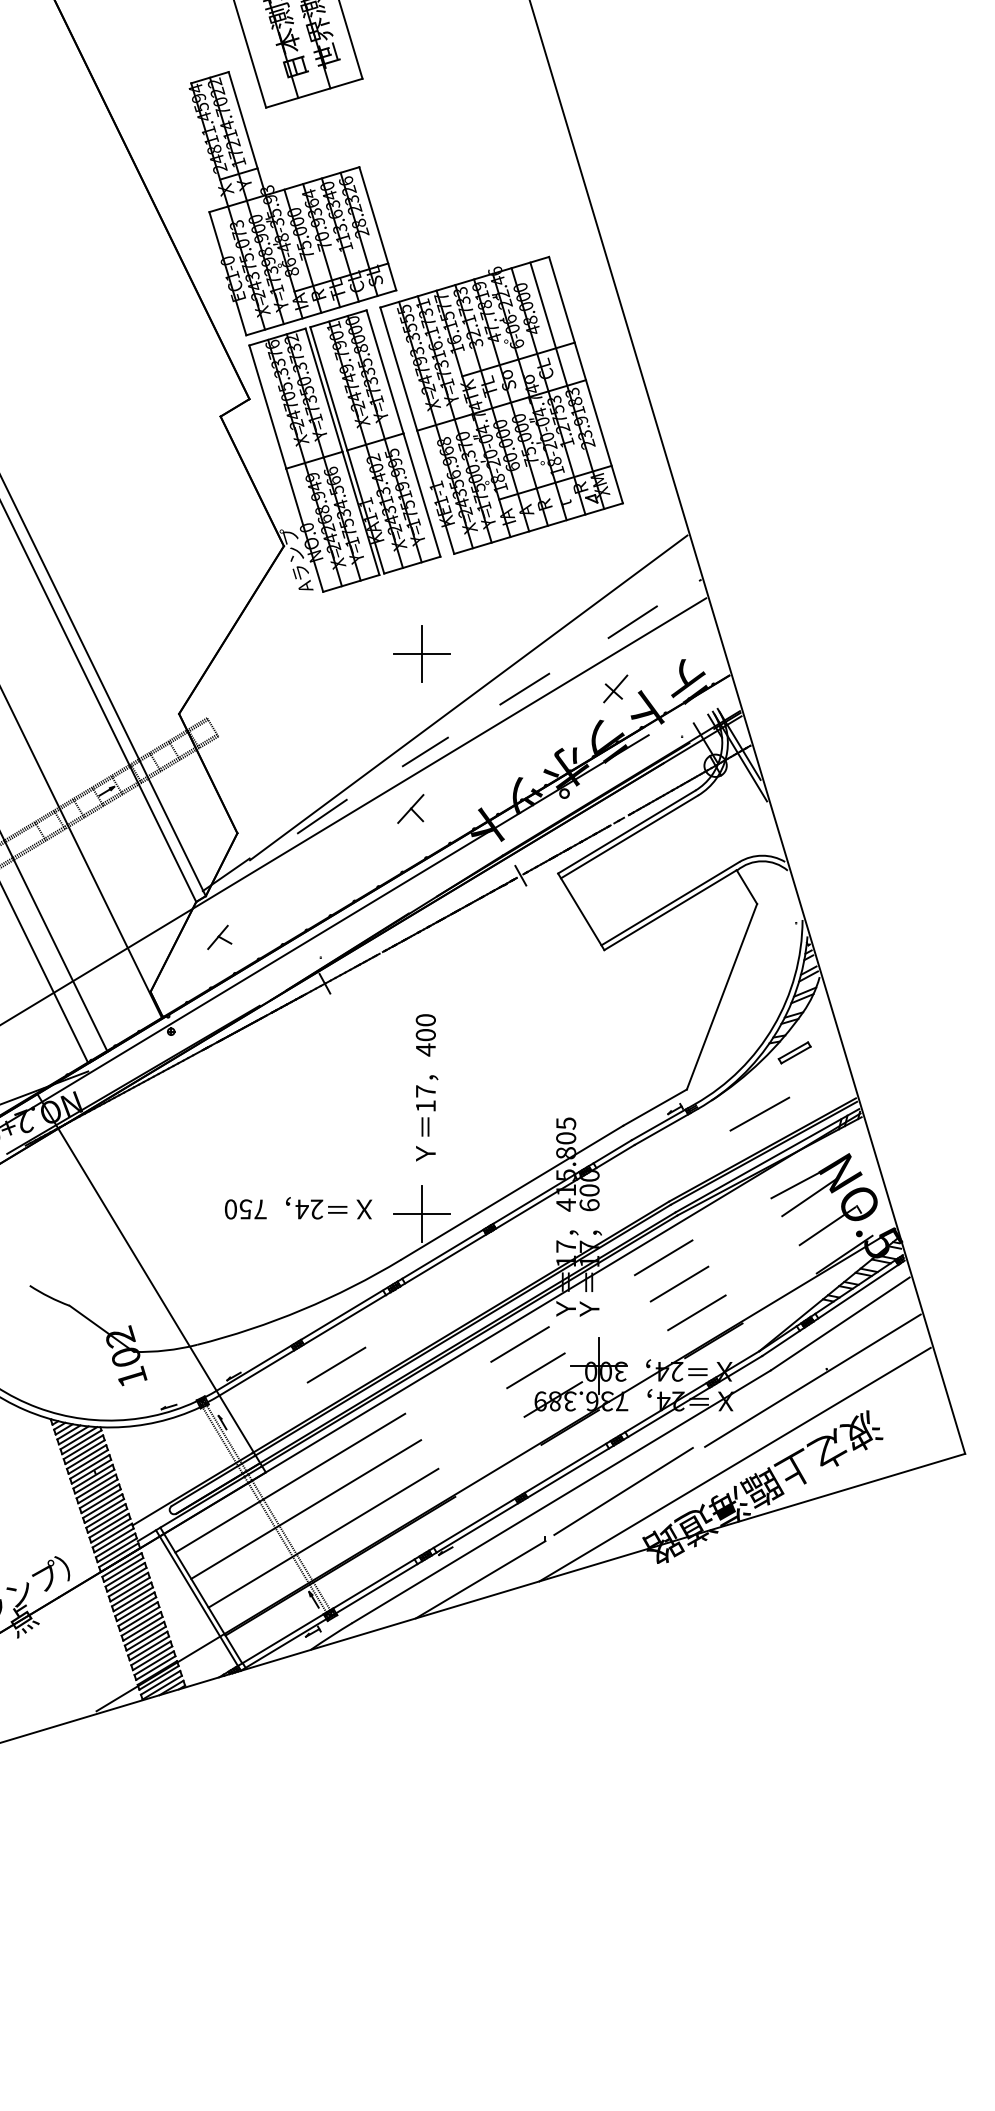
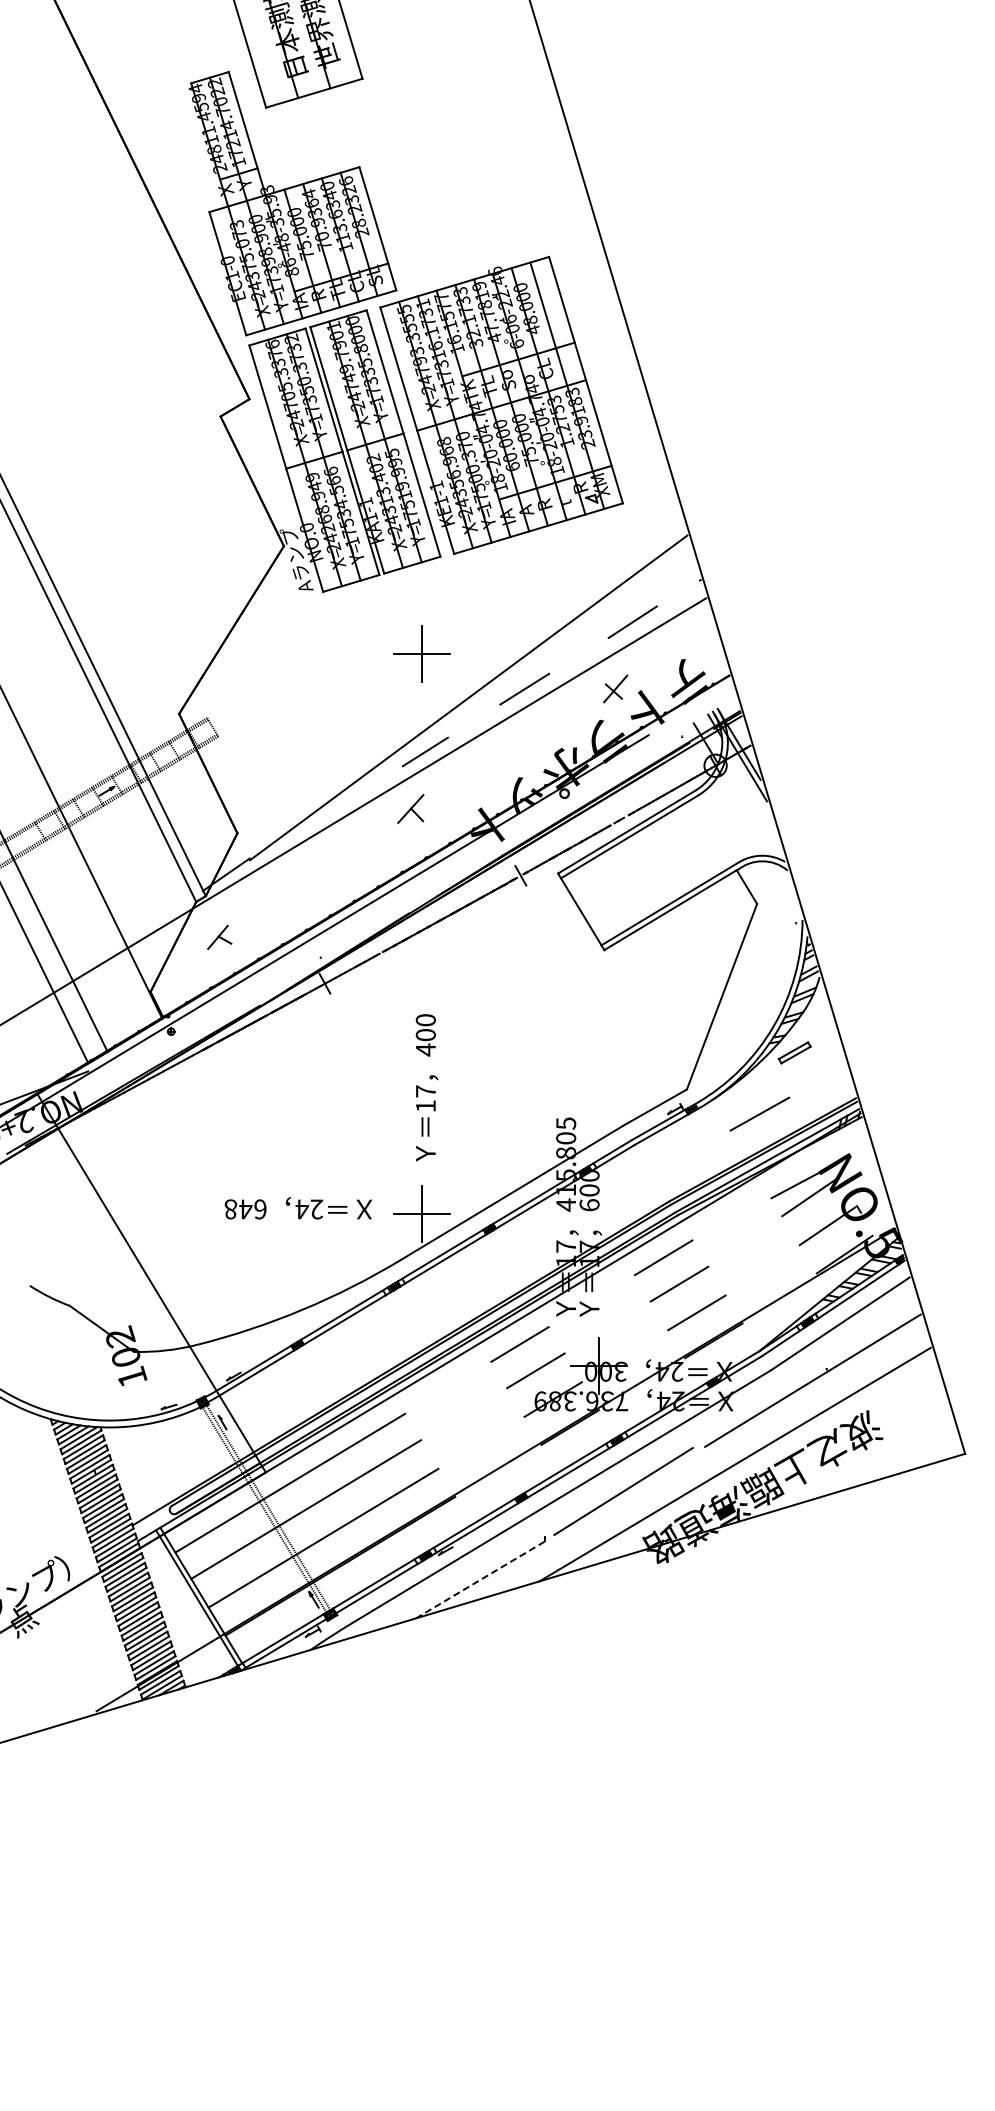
line at (321, 816): present -> none
text at (245, 1209): 750 -> 648
line at (336, 1364): present -> none
line at (481, 1579): solid -> dashed
